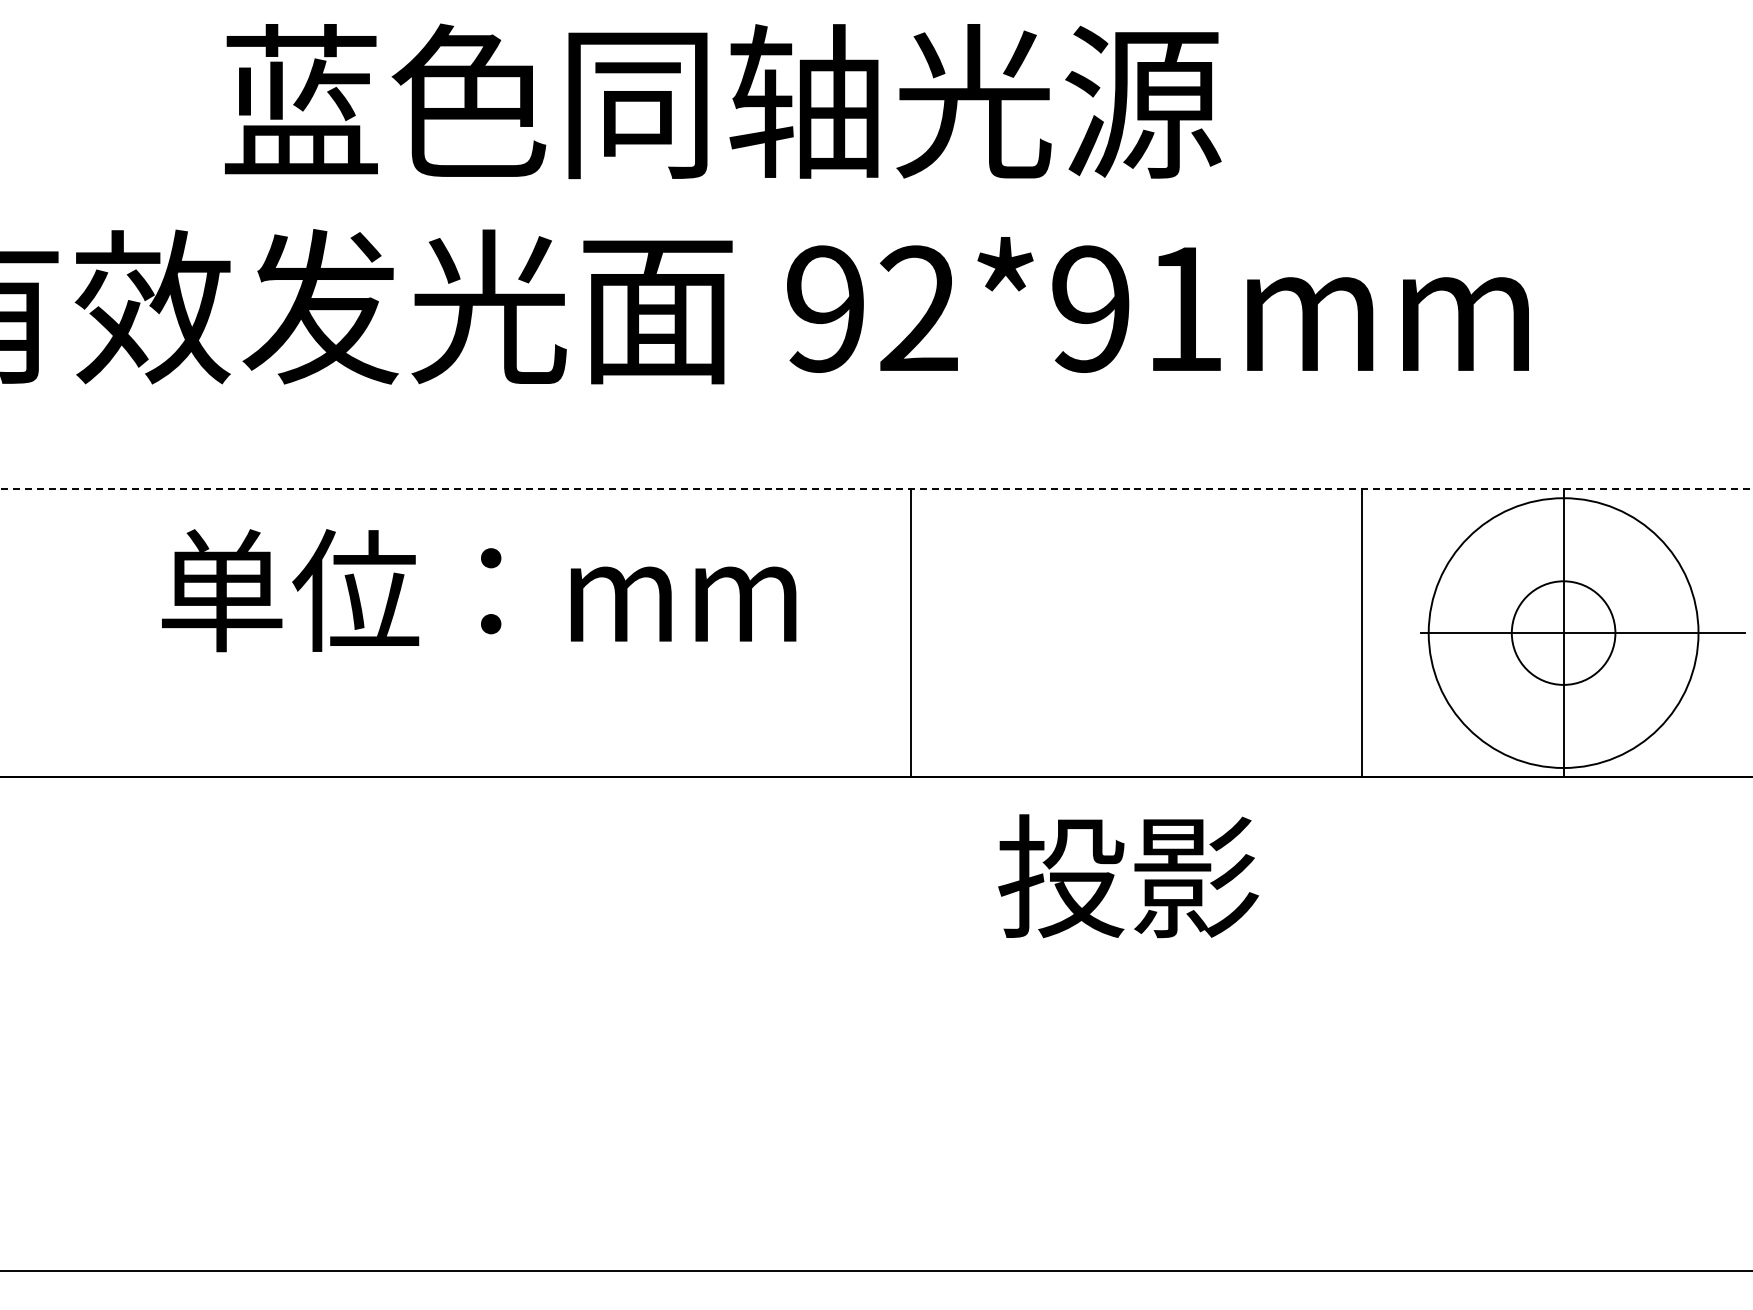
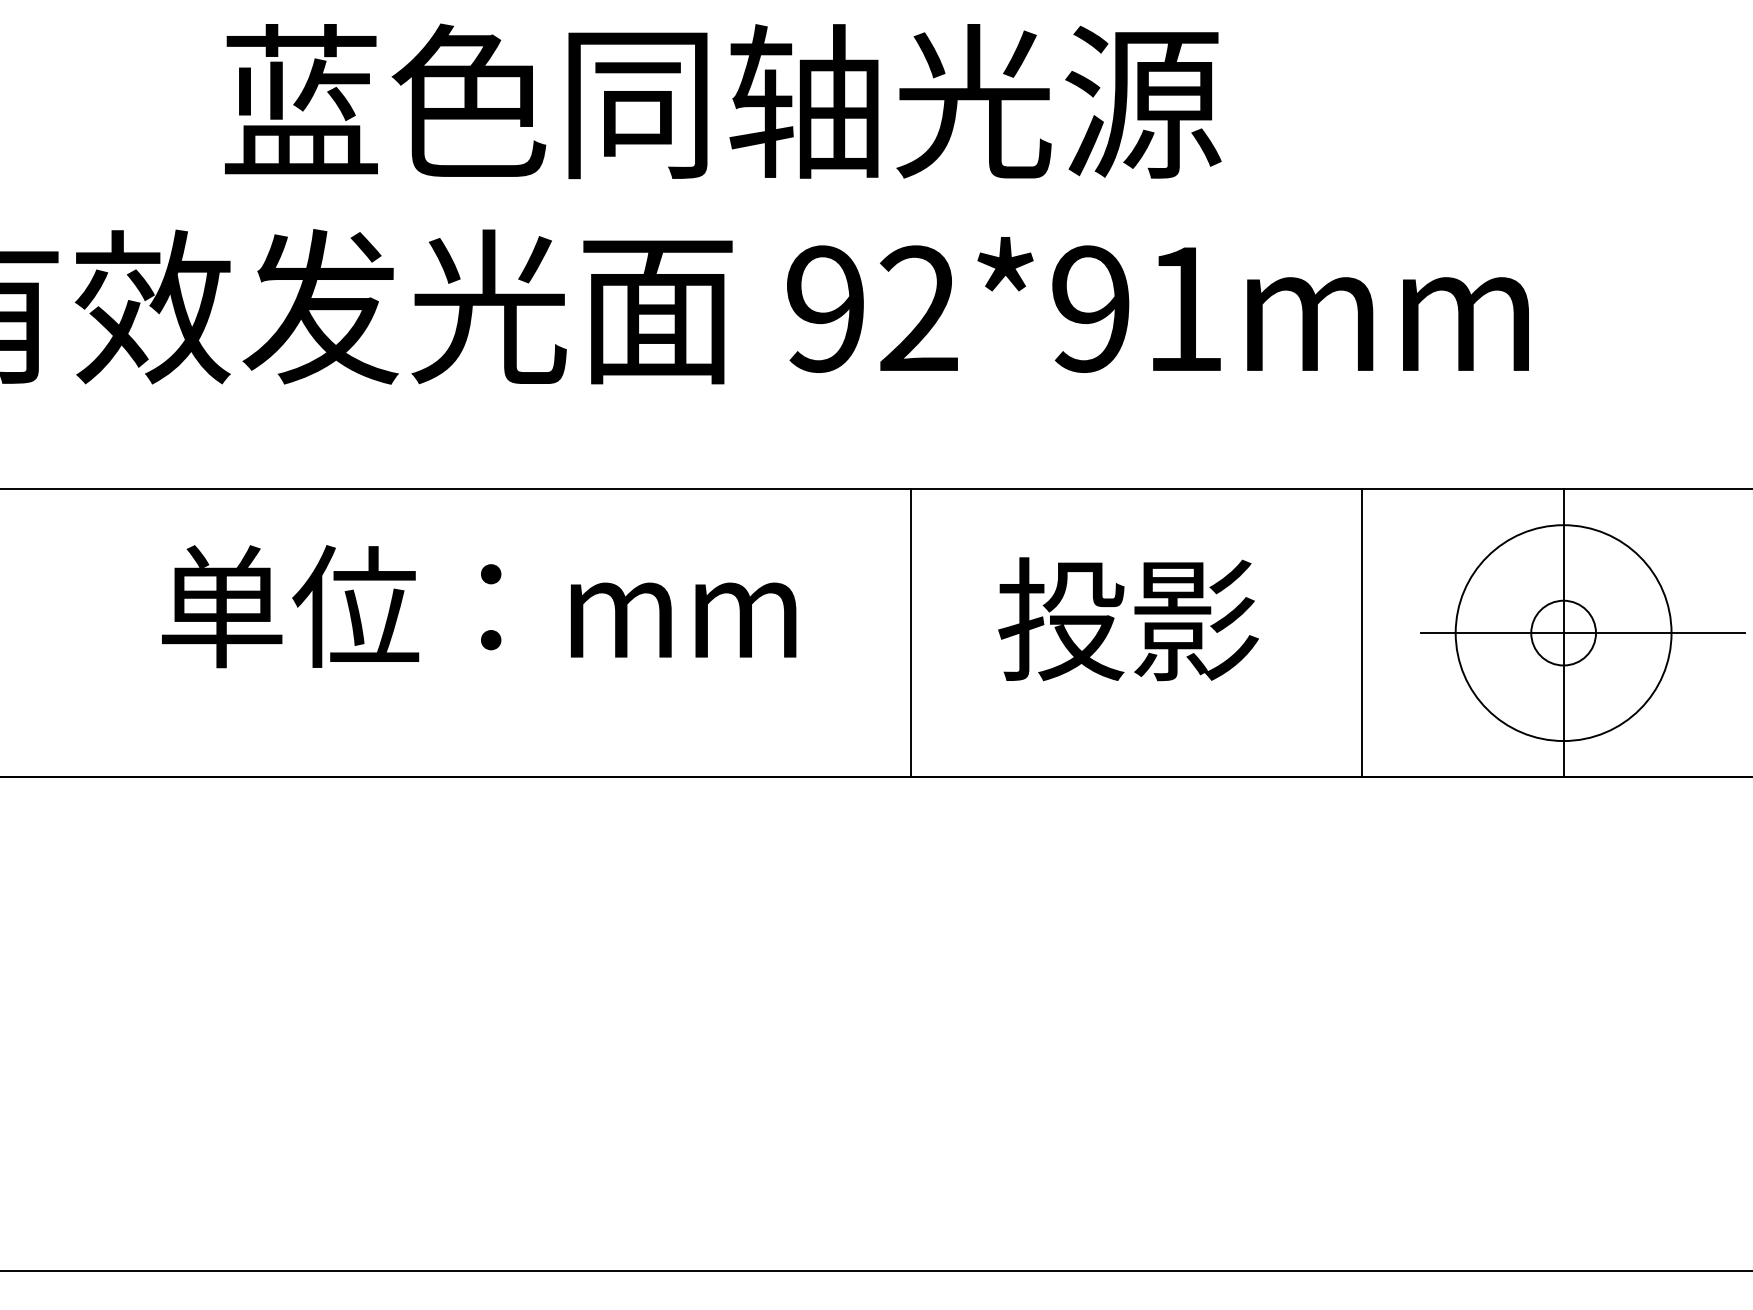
line at (876, 489): dashed -> solid
text at (479, 590) position: (479, 590) -> (479, 606)
circle at (1563, 632) diameter: 104 px -> 65 px
circle at (1563, 633) diameter: 270 px -> 216 px
text at (1128, 876) position: (1128, 876) -> (1128, 619)
